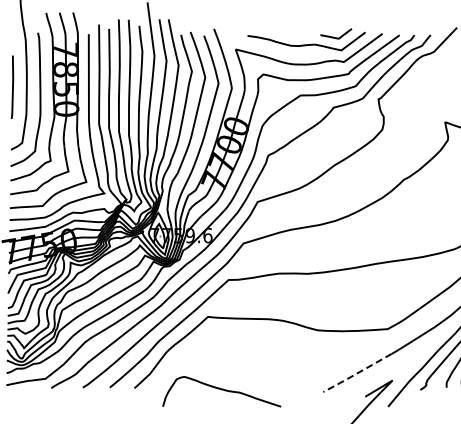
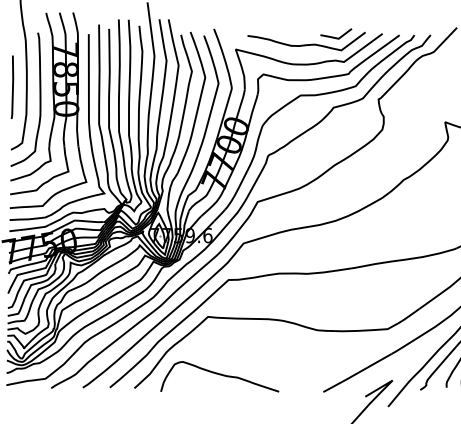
line at (357, 373): dashed -> solid
curve at (221, 390) position: (221, 390) -> (219, 375)
